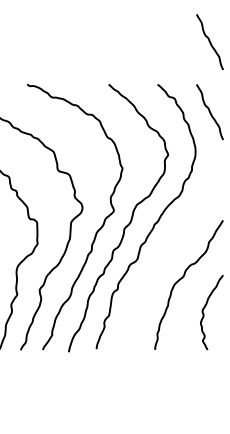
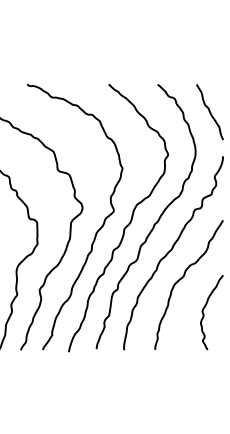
curve at (209, 42): present -> none
curve at (171, 251): none -> present
